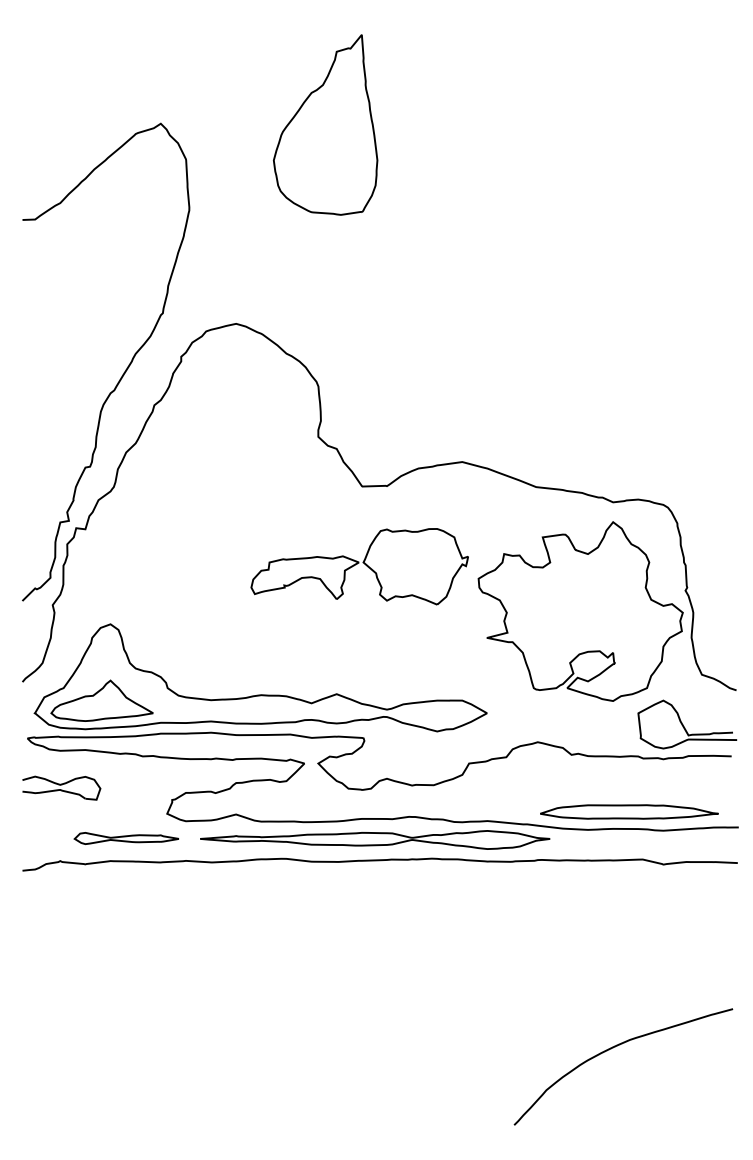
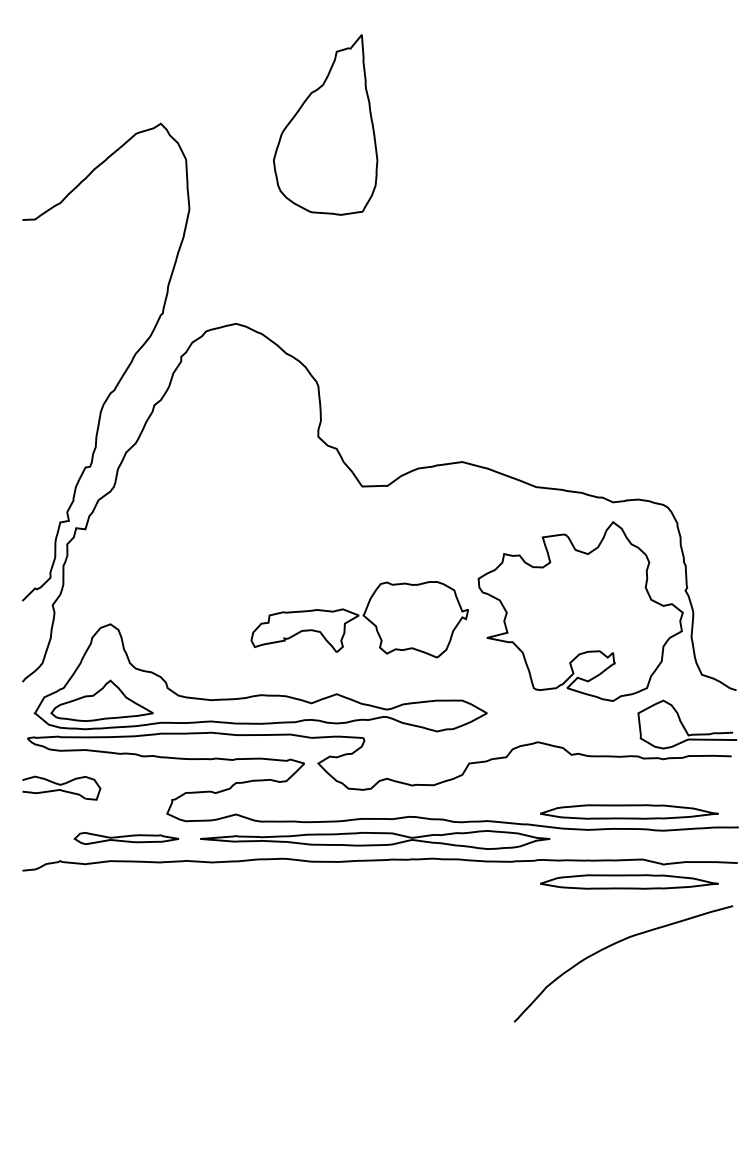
part at (359, 566) position: (359, 566) -> (359, 619)
part at (629, 881): none -> present
curve at (613, 1048) position: (613, 1048) -> (613, 945)
